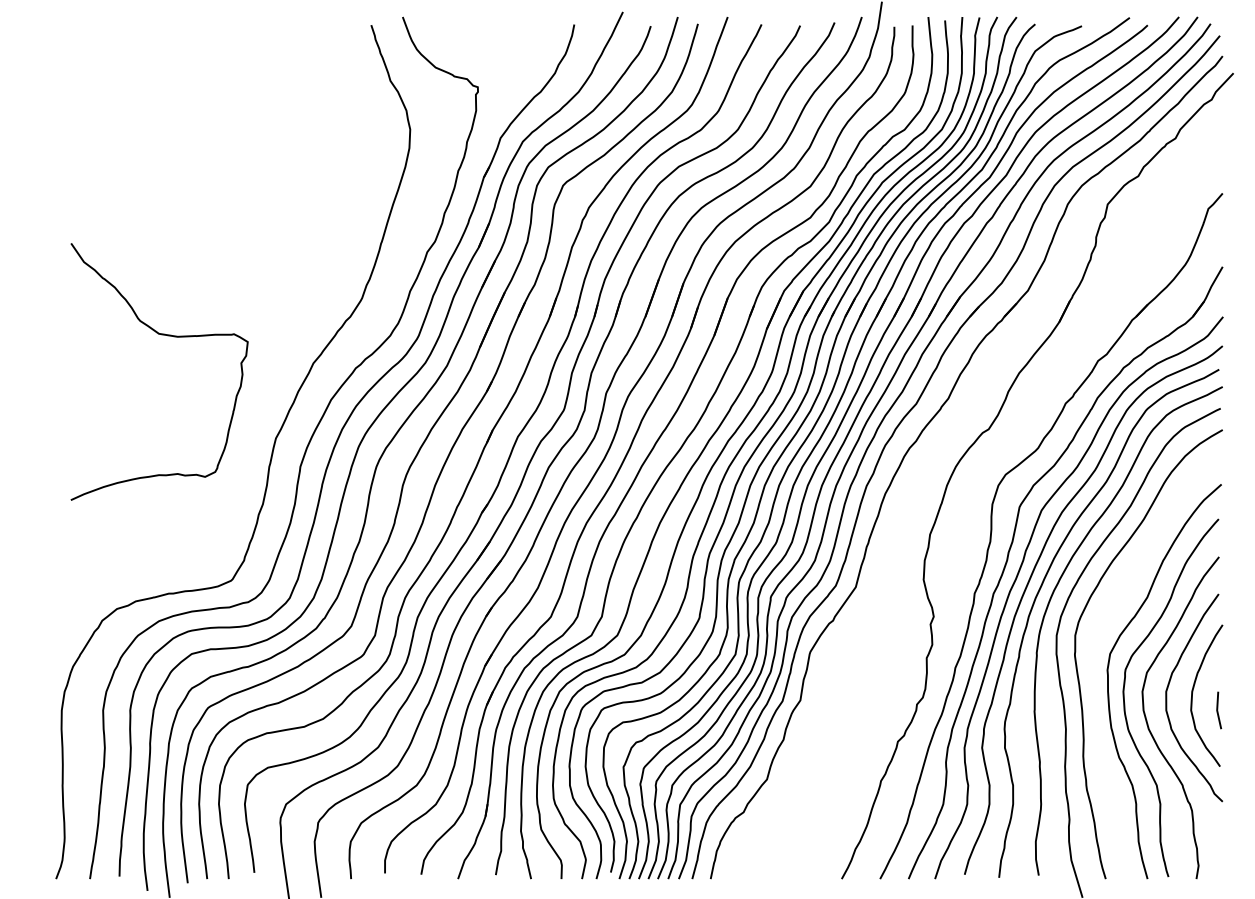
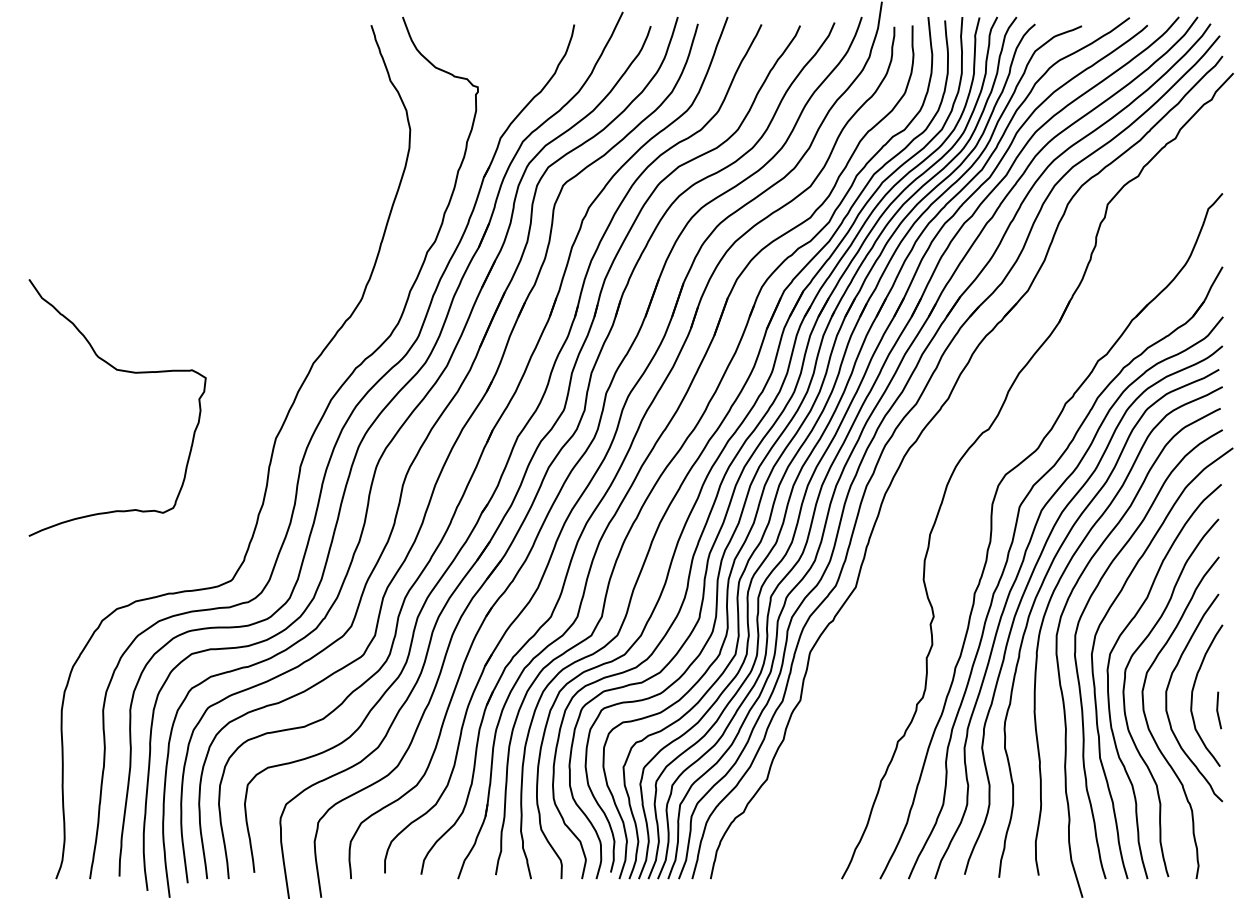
curve at (167, 336) position: (167, 336) -> (125, 372)
curve at (1093, 663): none -> present
